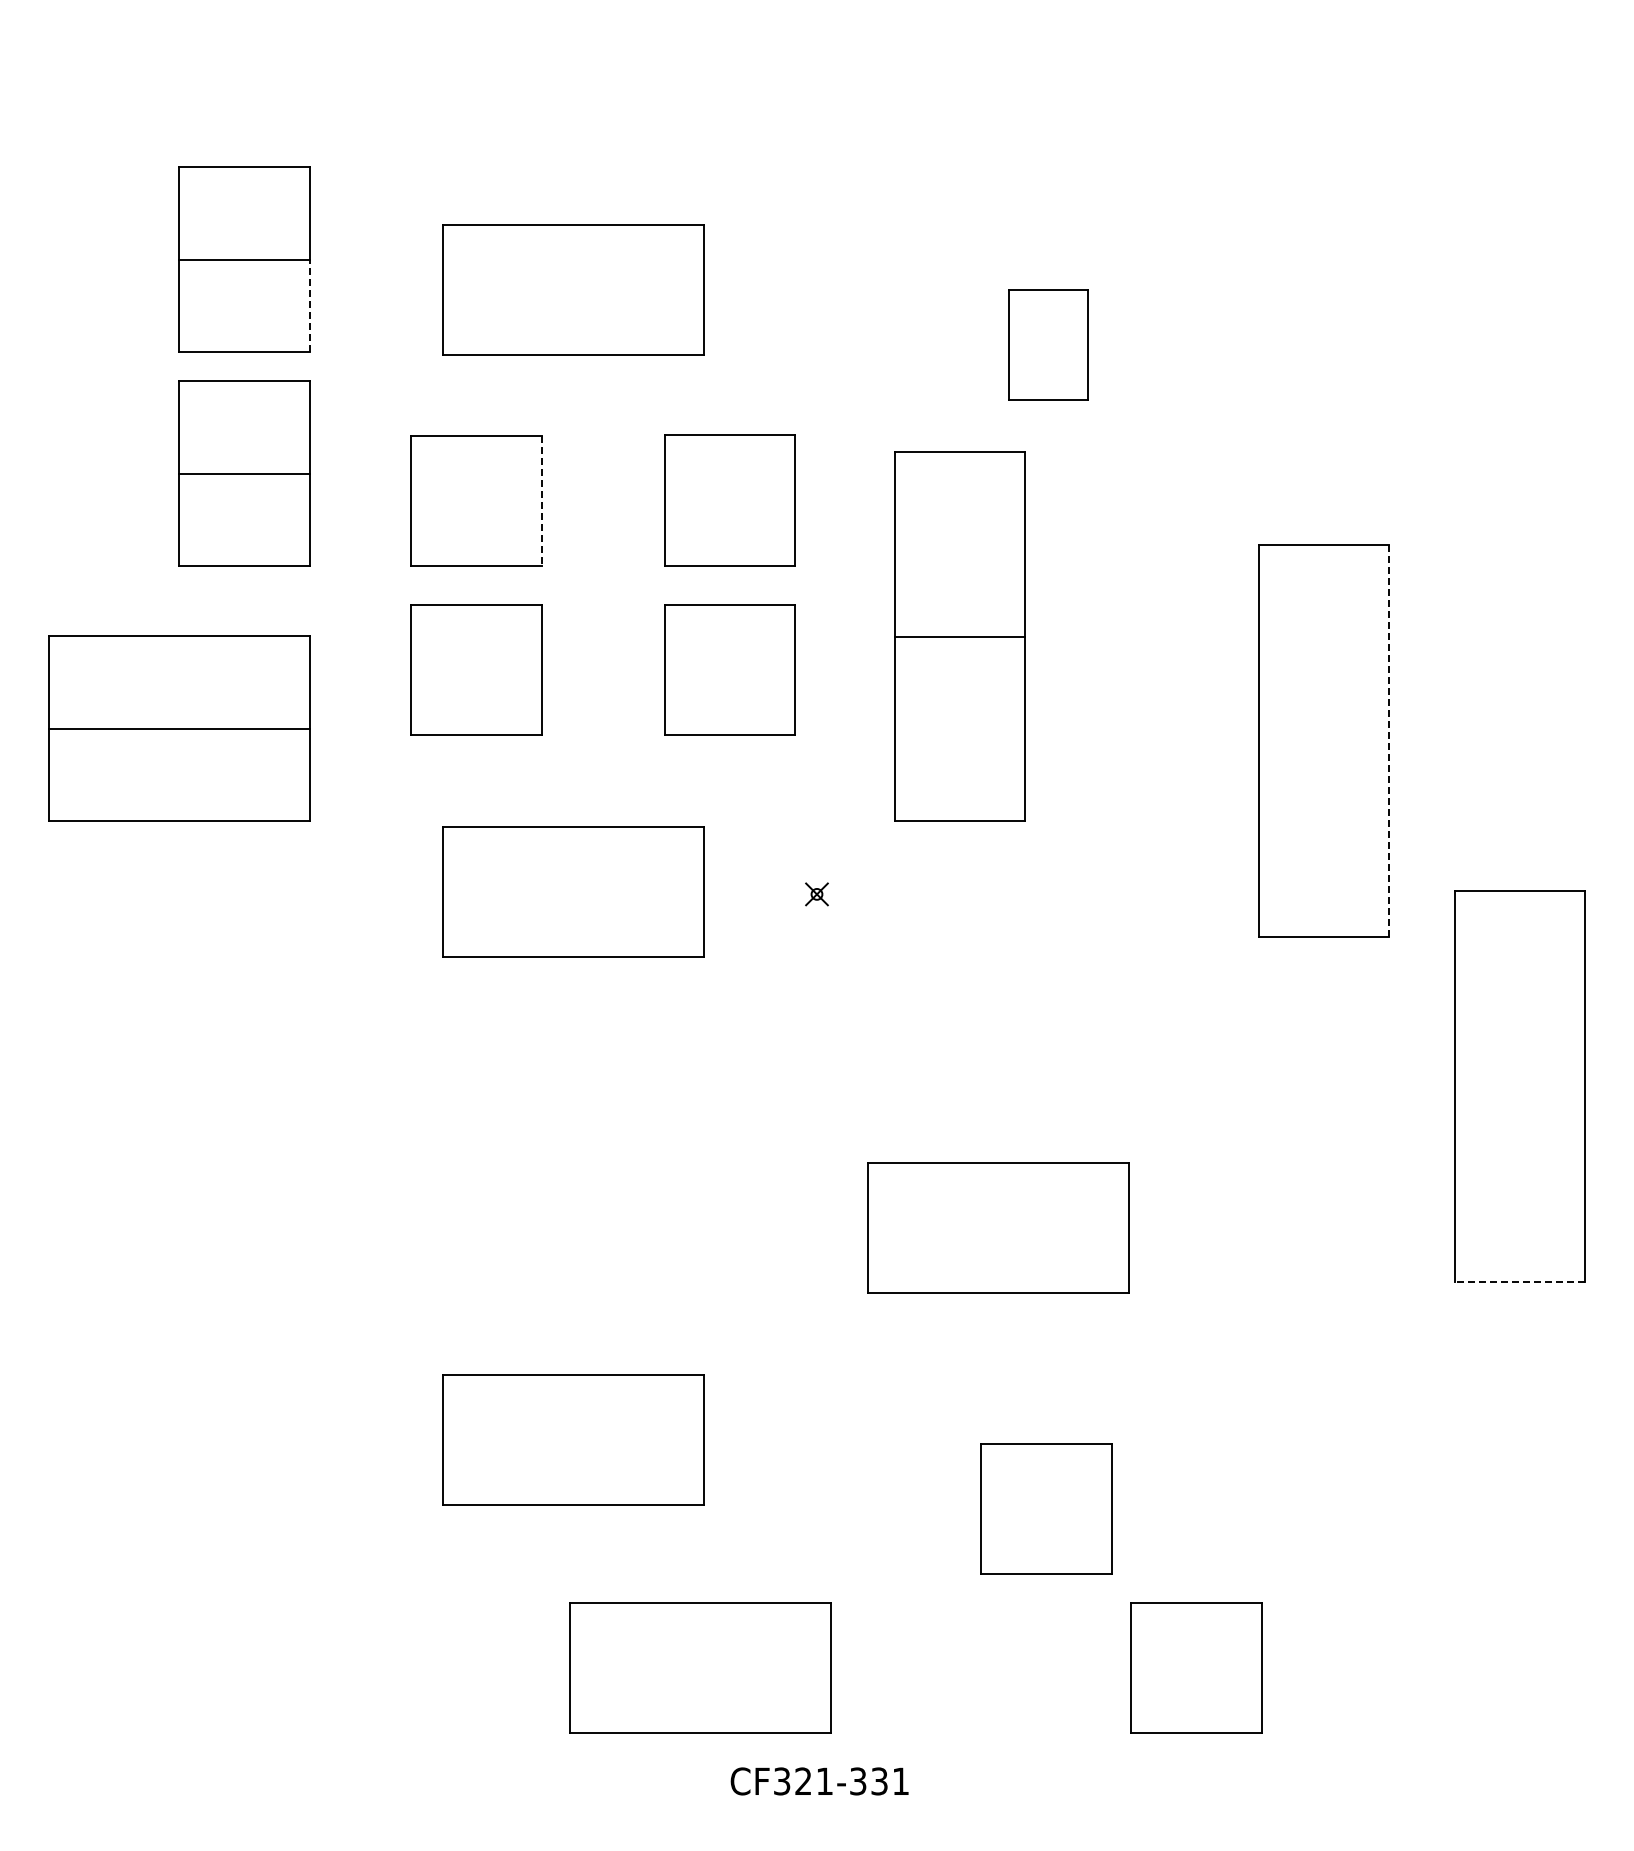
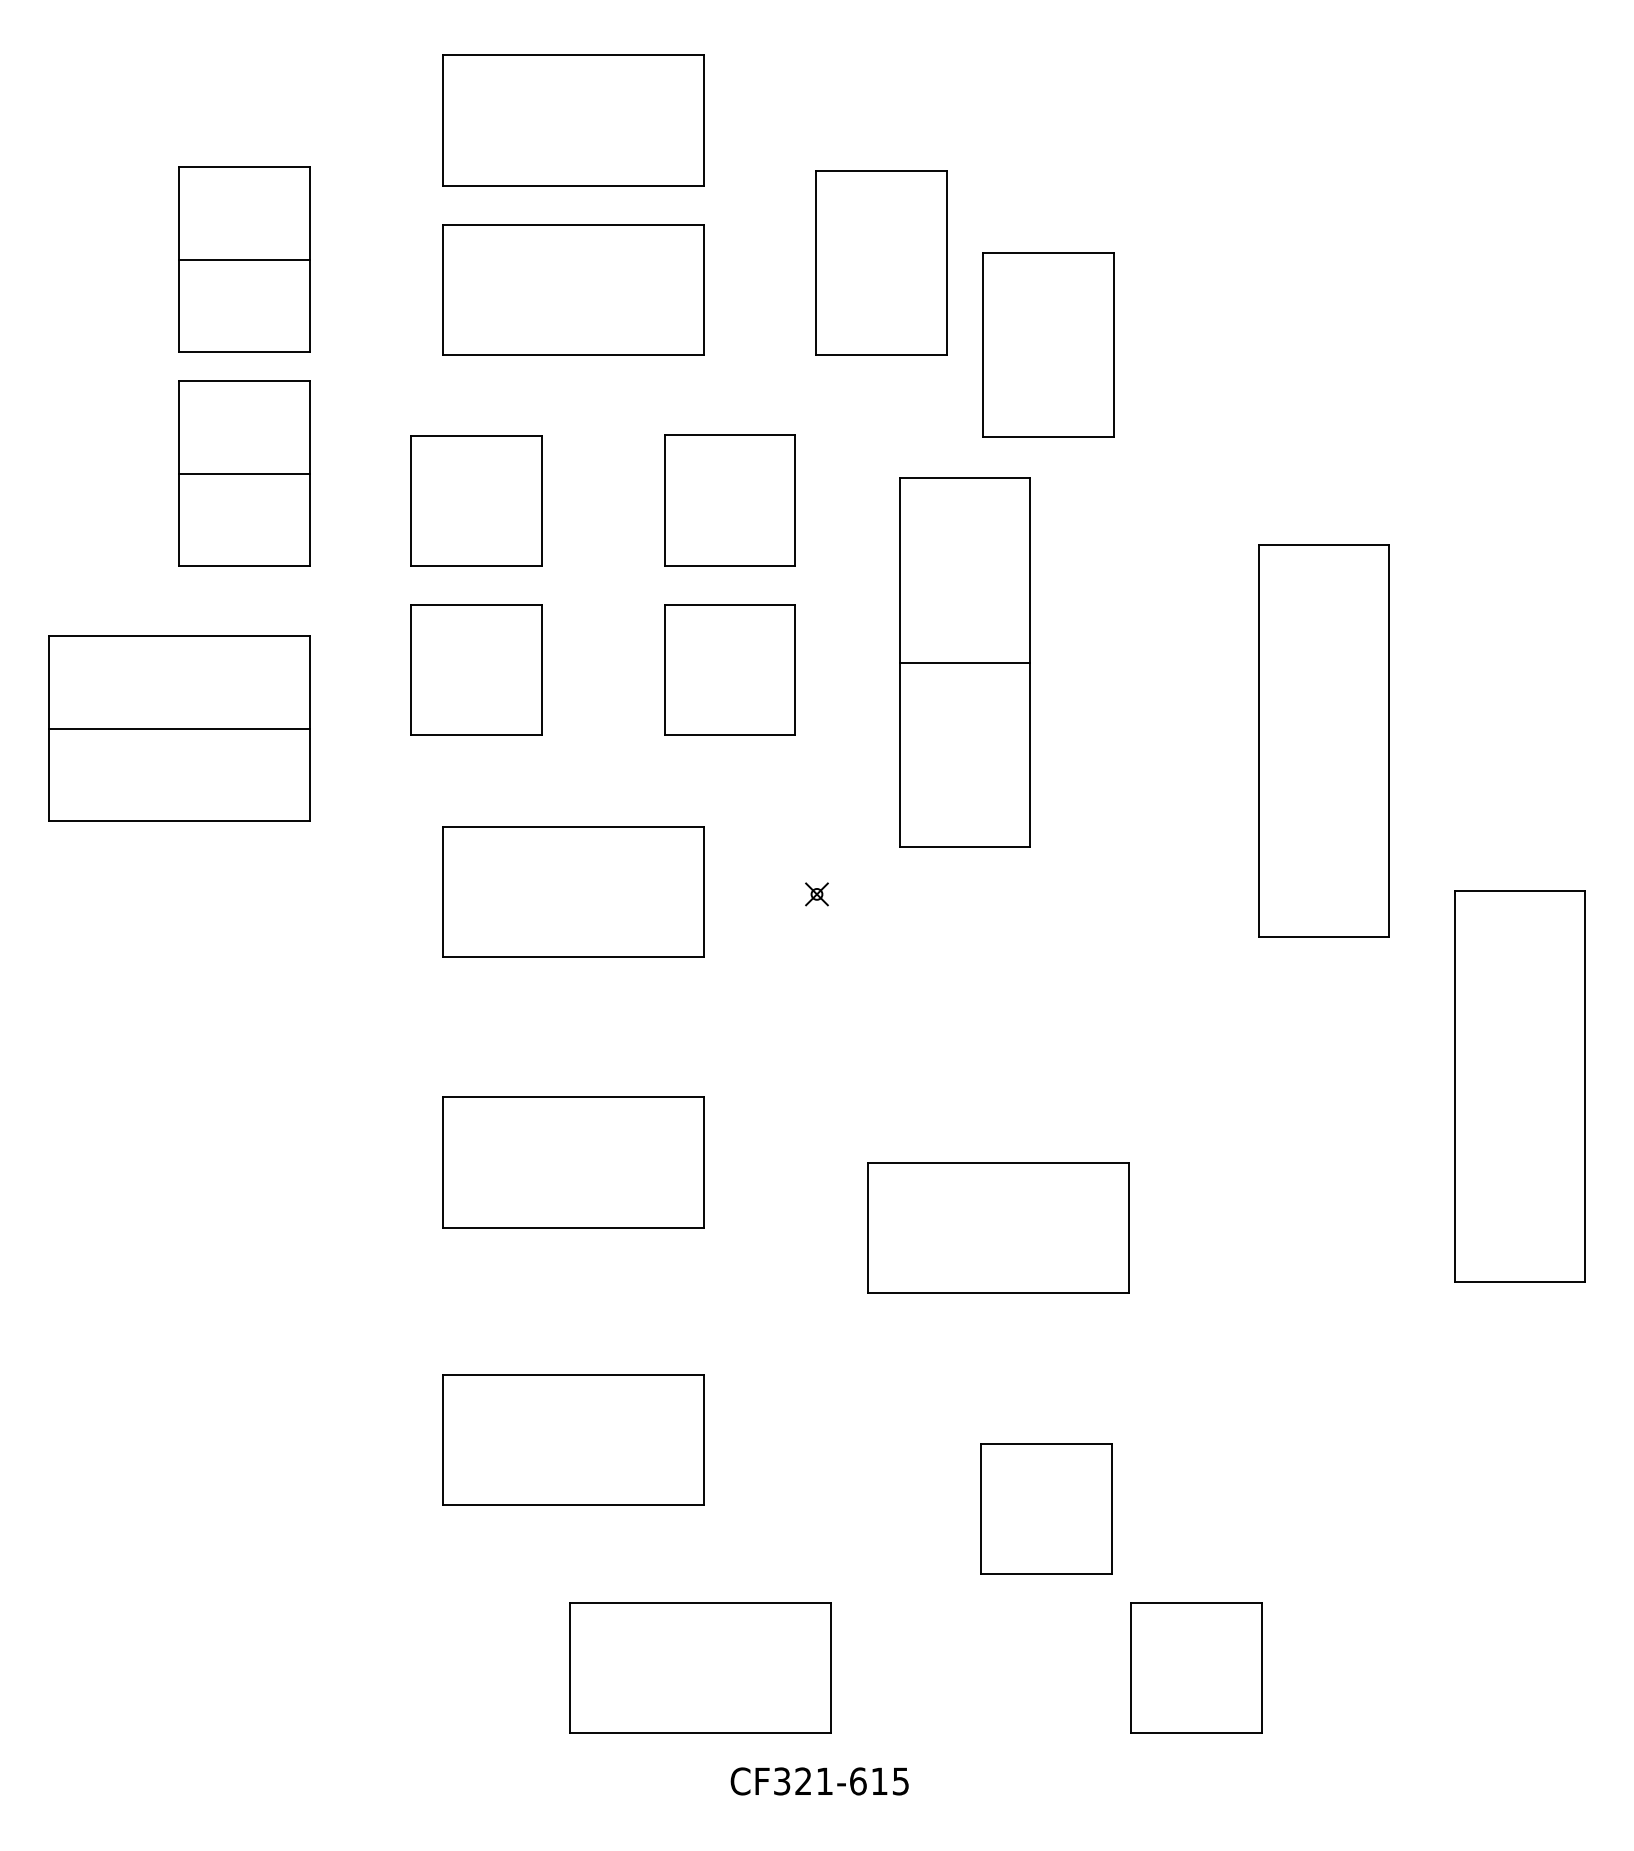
part at (573, 120): none -> present
part at (881, 262): none -> present
line at (309, 305): dashed -> solid
part at (1048, 344) size: 81x112 px -> 133x186 px
line at (541, 501): dashed -> solid
part at (959, 636) position: (959, 636) -> (964, 662)
line at (1389, 740): dashed -> solid
part at (573, 1162): none -> present
line at (1519, 1282): dashed -> solid
text at (879, 1781): CF321-331 -> CF321-615
